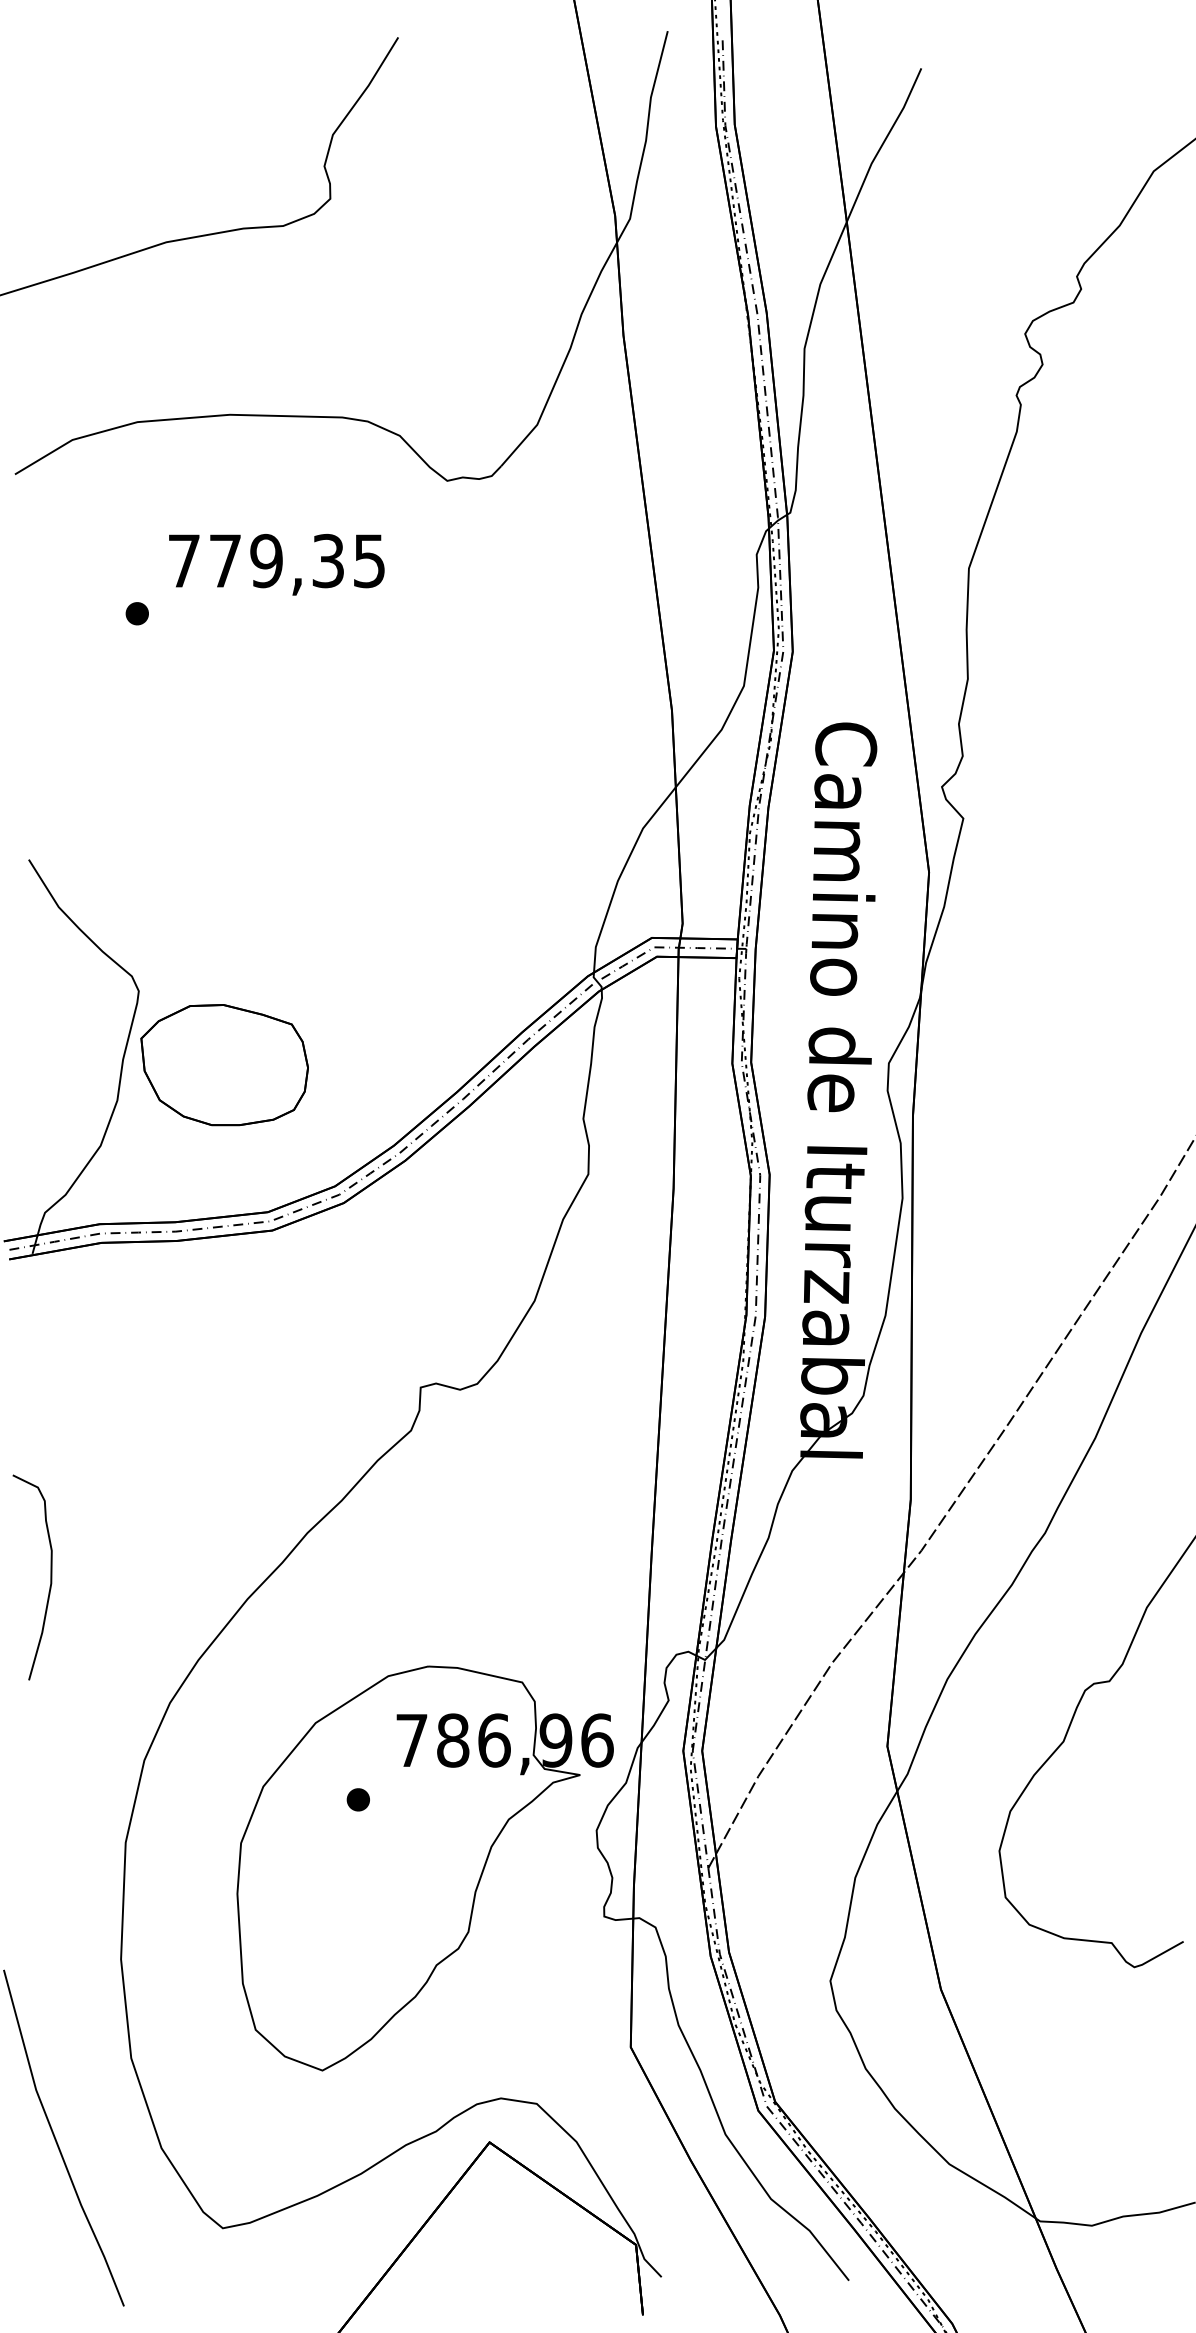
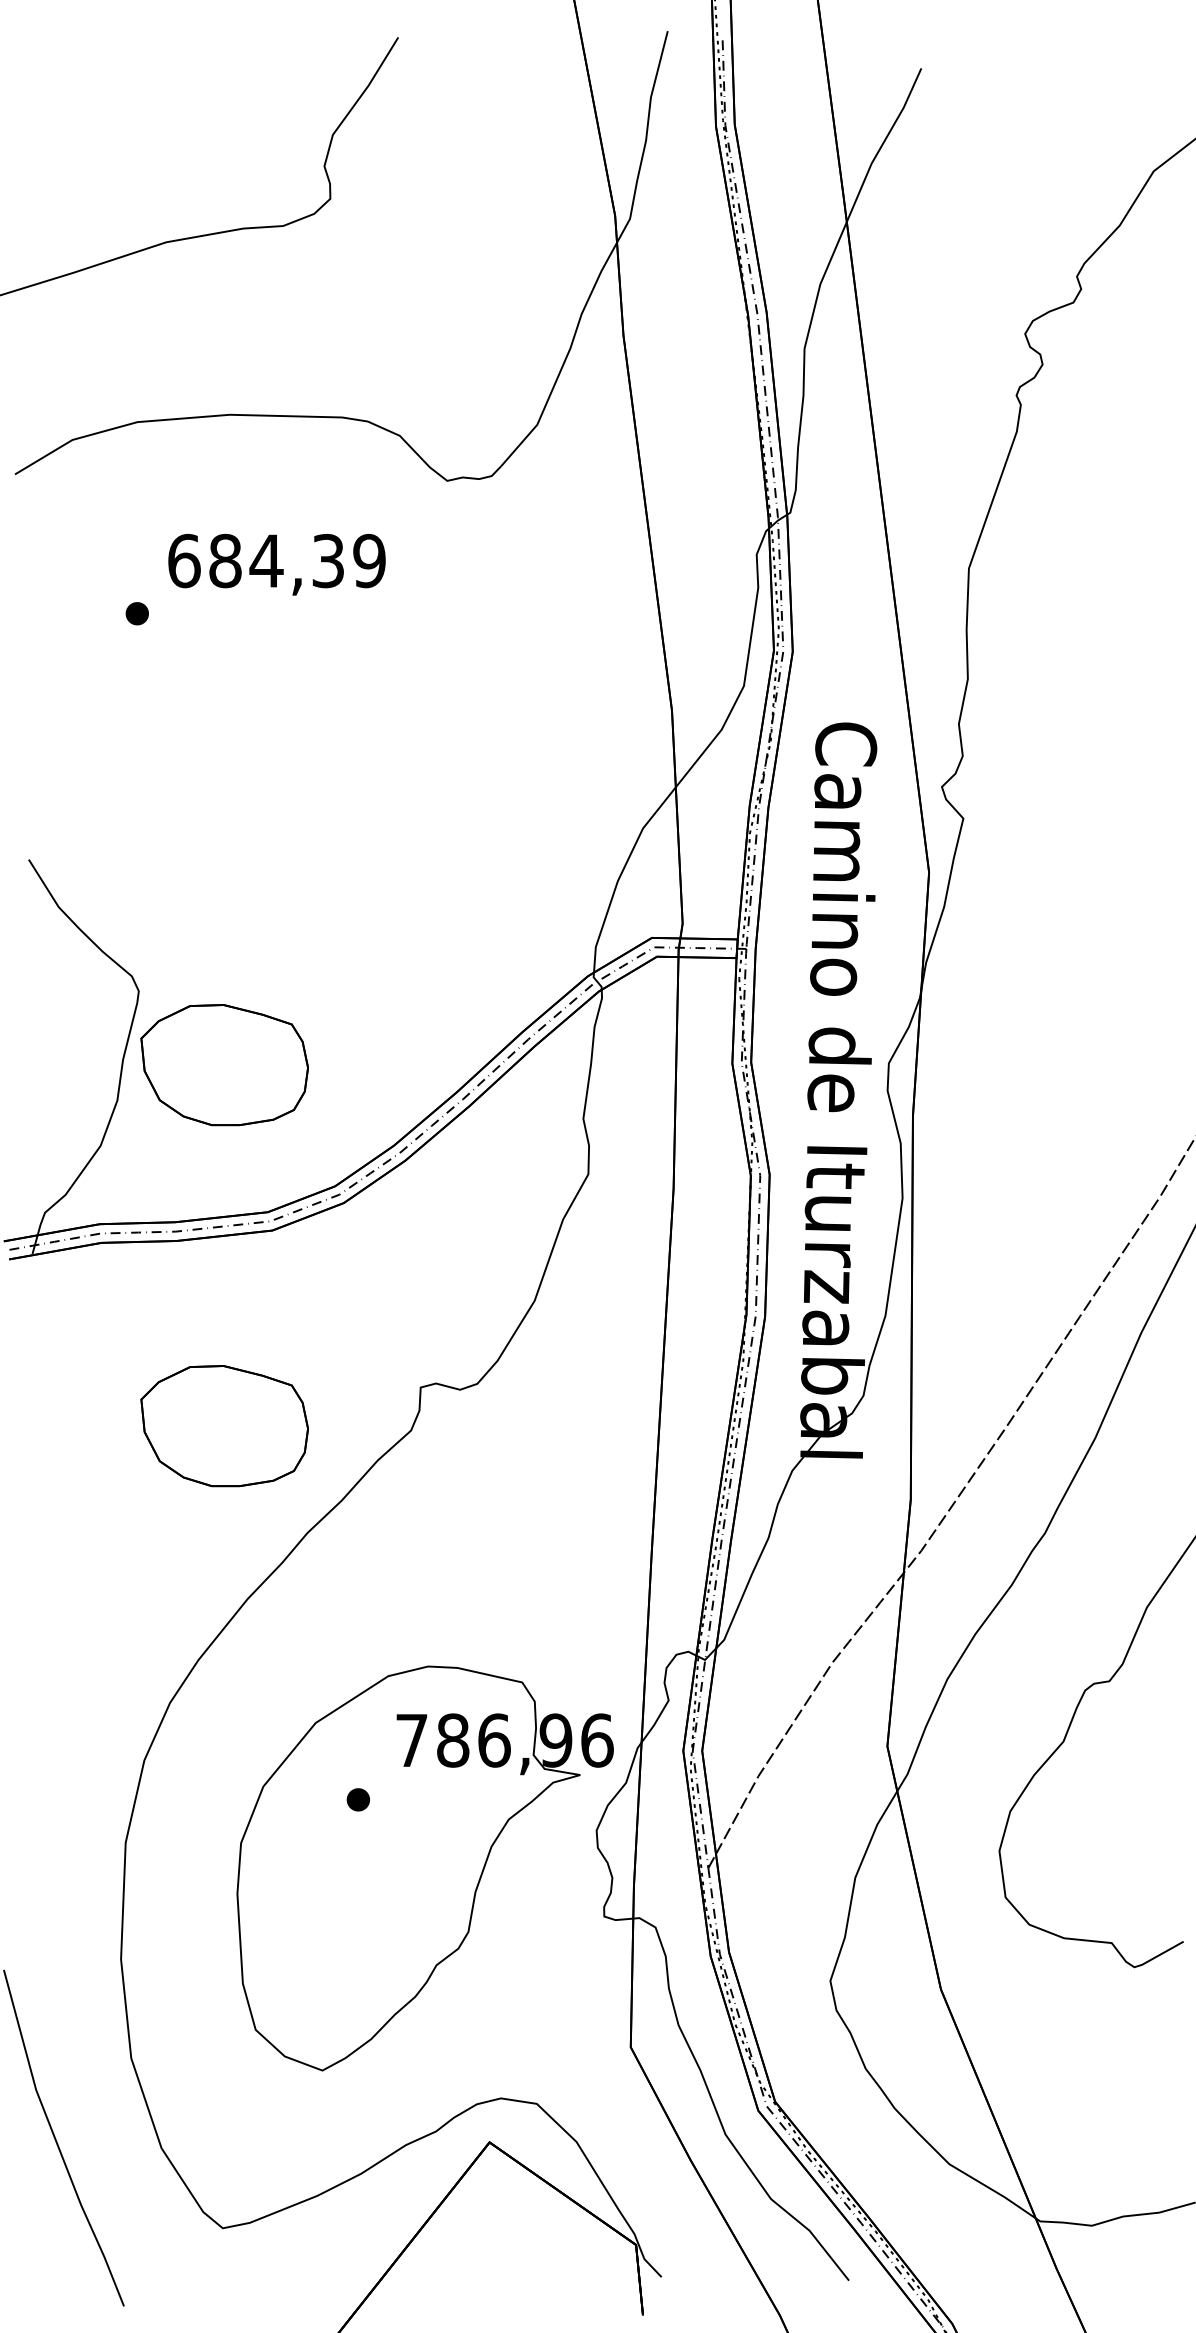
text at (276, 560): 779,35 -> 684,39
part at (224, 1426): none -> present
curve at (50, 1577): present -> none
